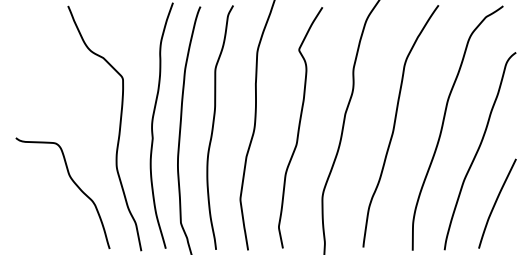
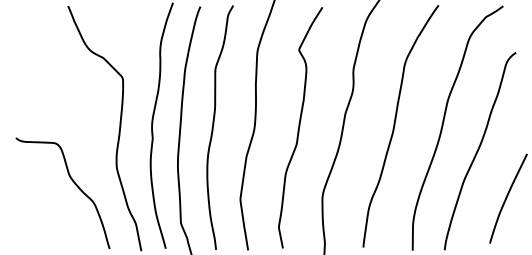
curve at (496, 203) position: (496, 203) -> (507, 198)
